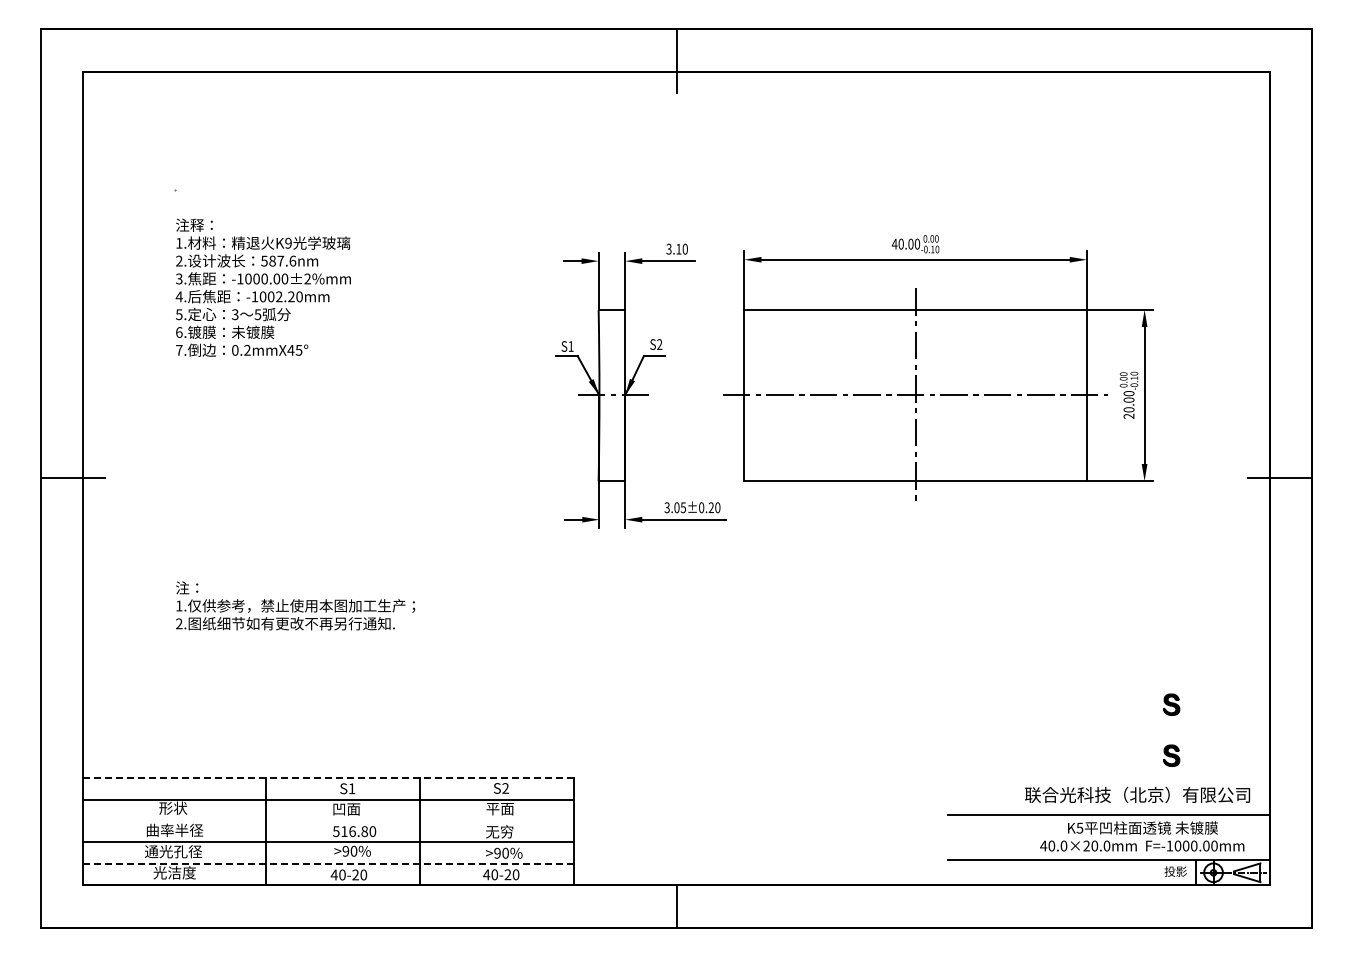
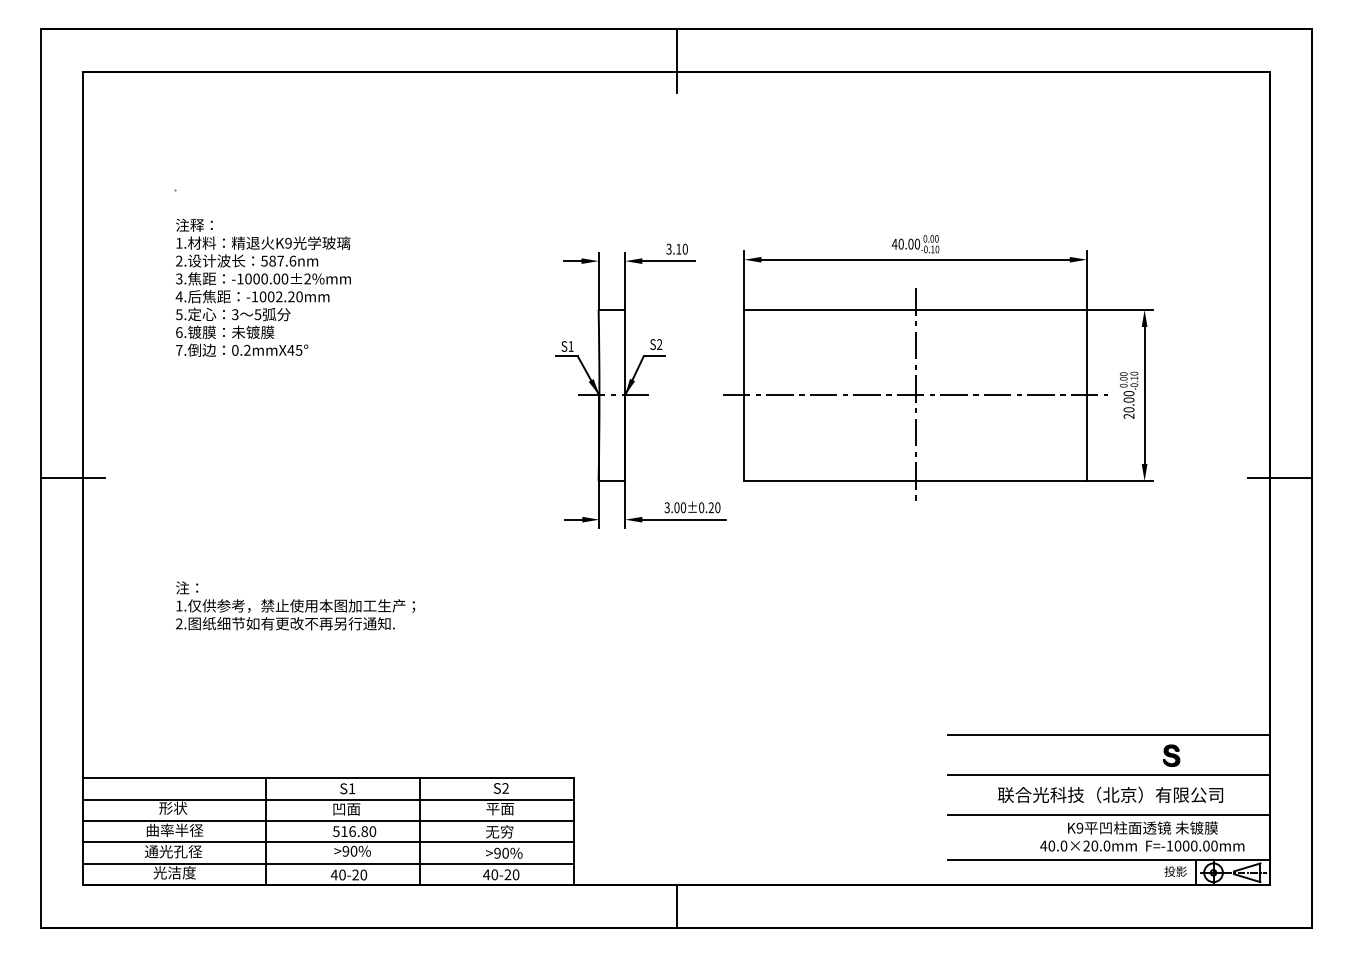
text at (683, 507): 3.05±0.20 -> 3.00±0.20
part at (1171, 704): present -> none
line at (1108, 735): none -> present
line at (1108, 775): none -> present
line at (329, 778): dashed -> solid
text at (1137, 794) position: (1137, 794) -> (1110, 794)
line at (328, 821): none -> present
text at (1079, 827): K5 -> K9
line at (329, 863): dashed -> solid
